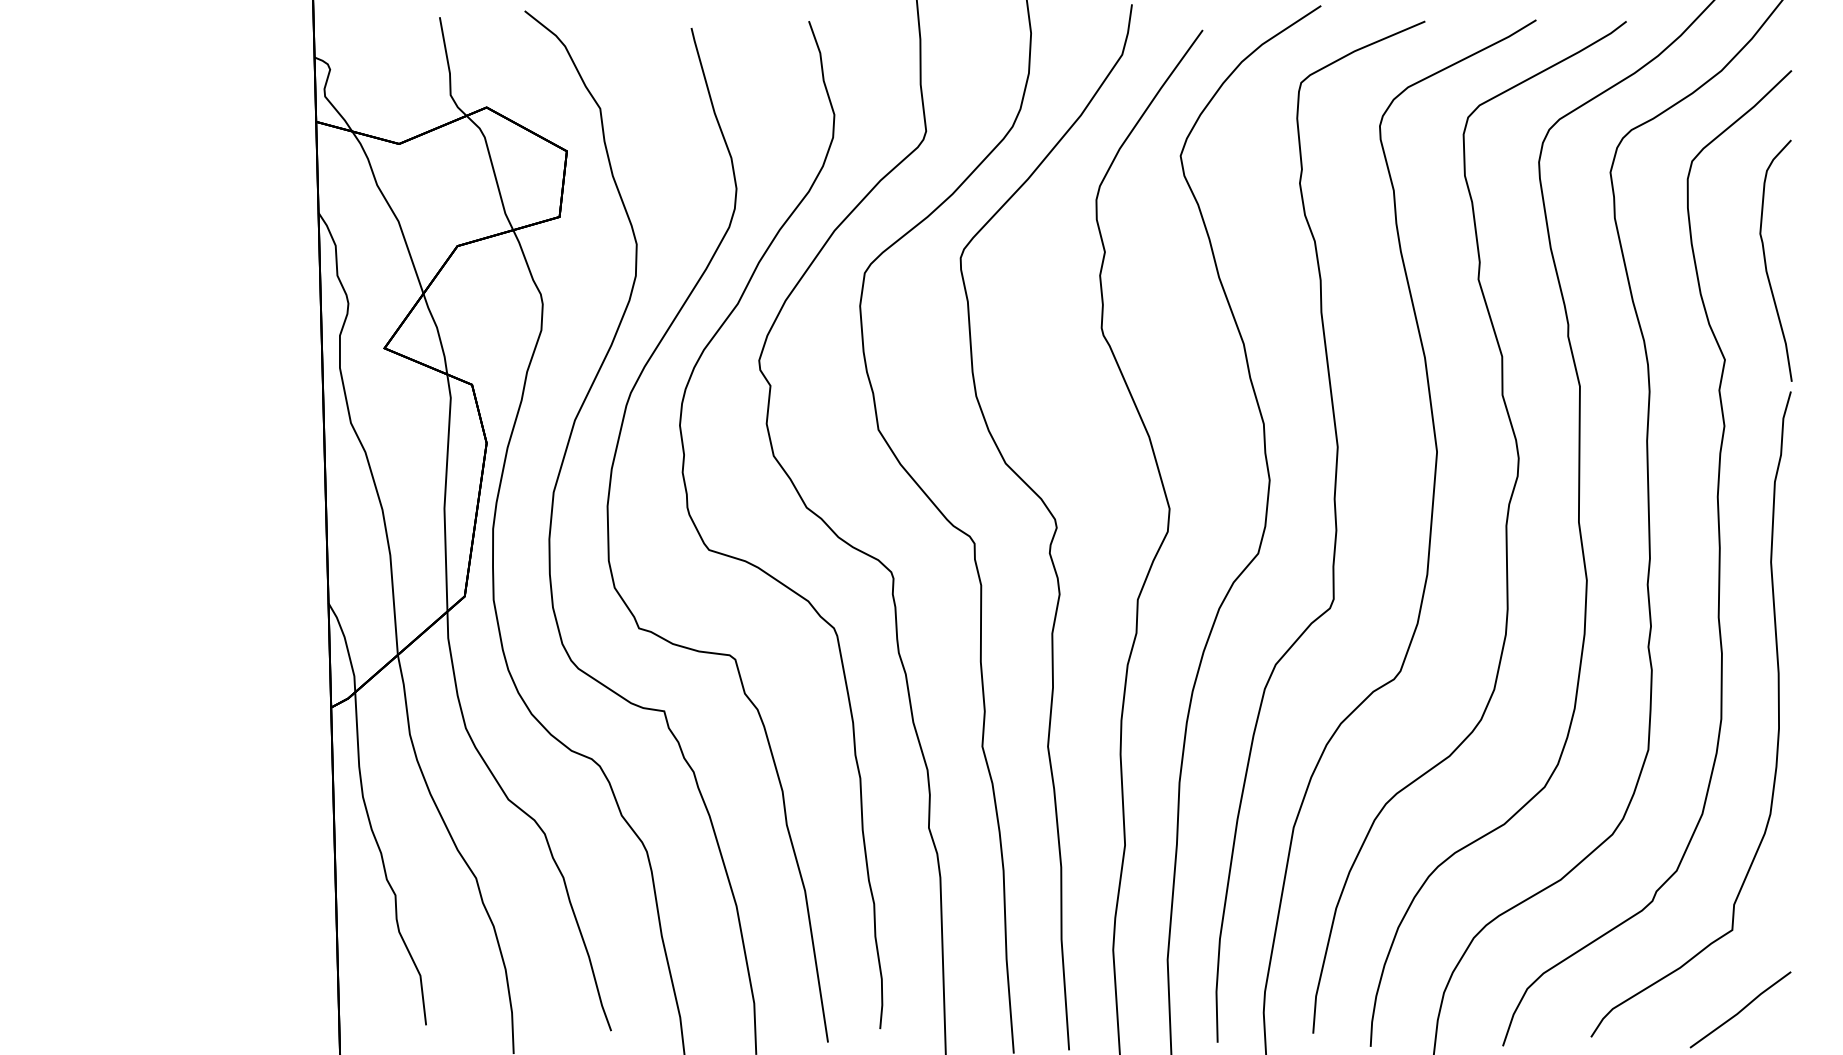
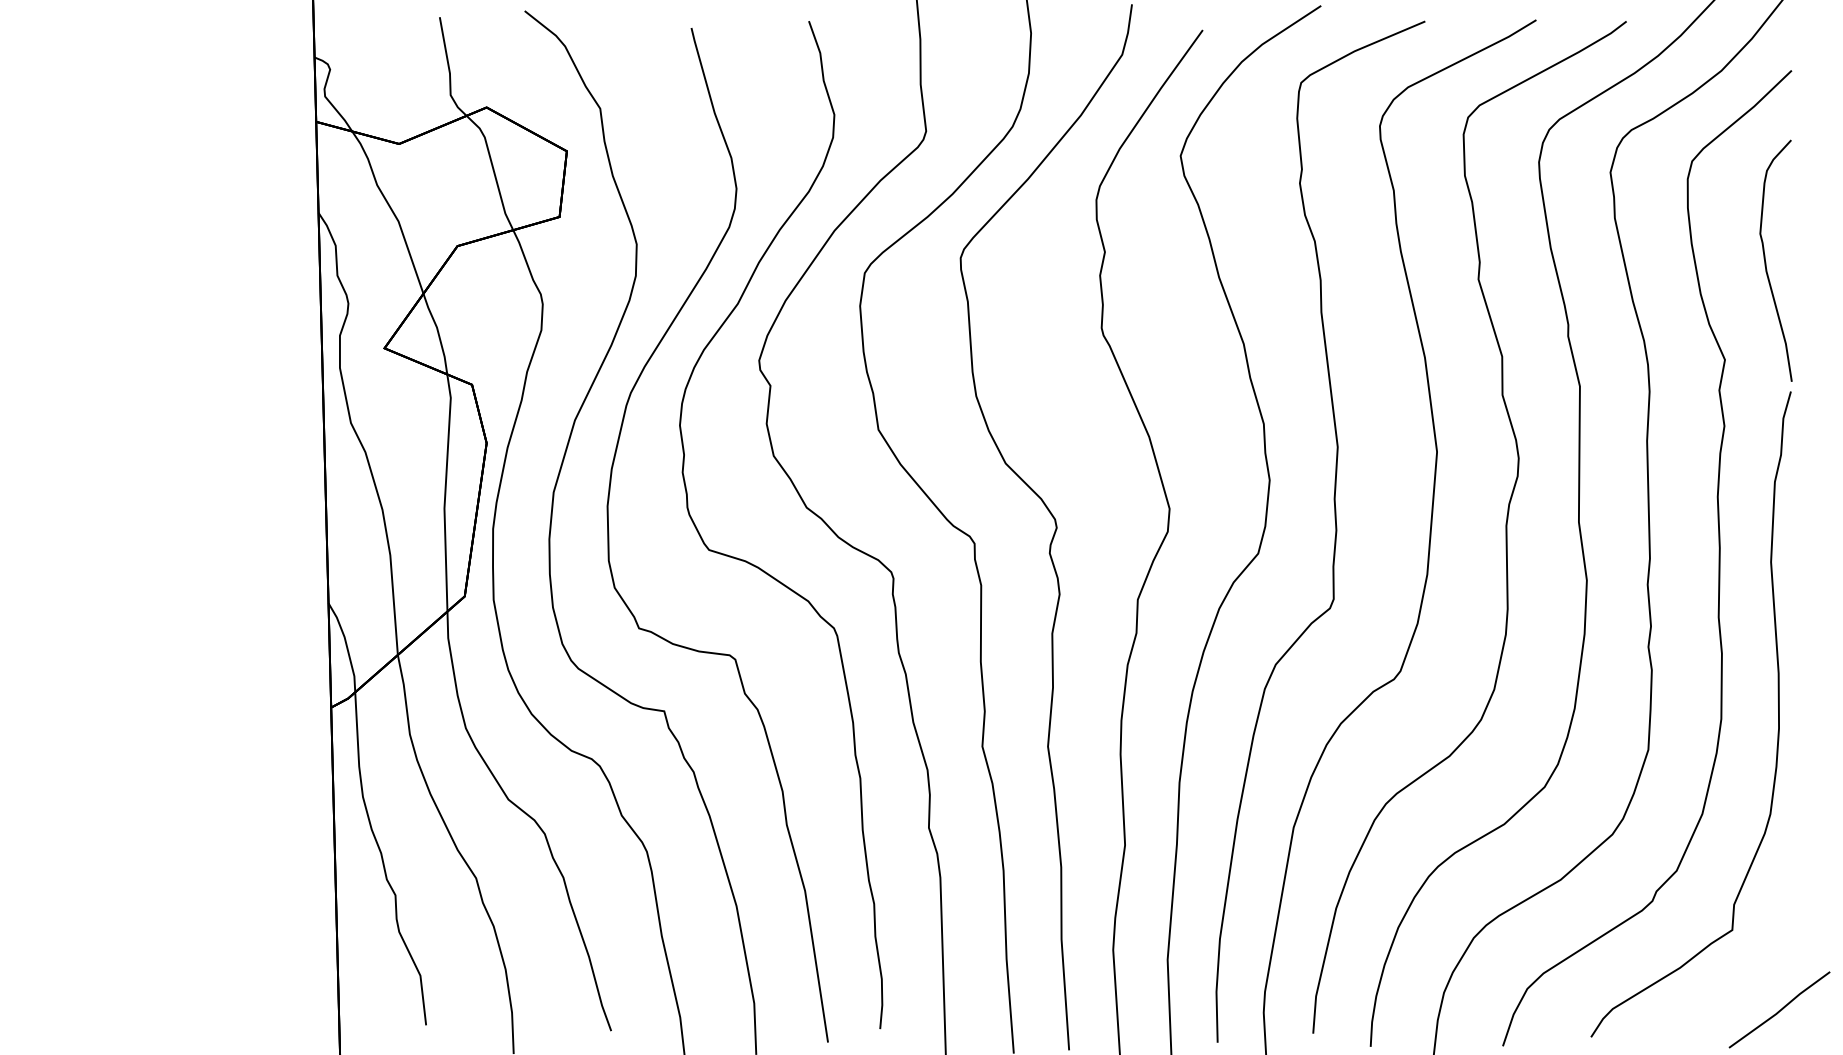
line at (1741, 1009) position: (1741, 1009) -> (1780, 1009)
